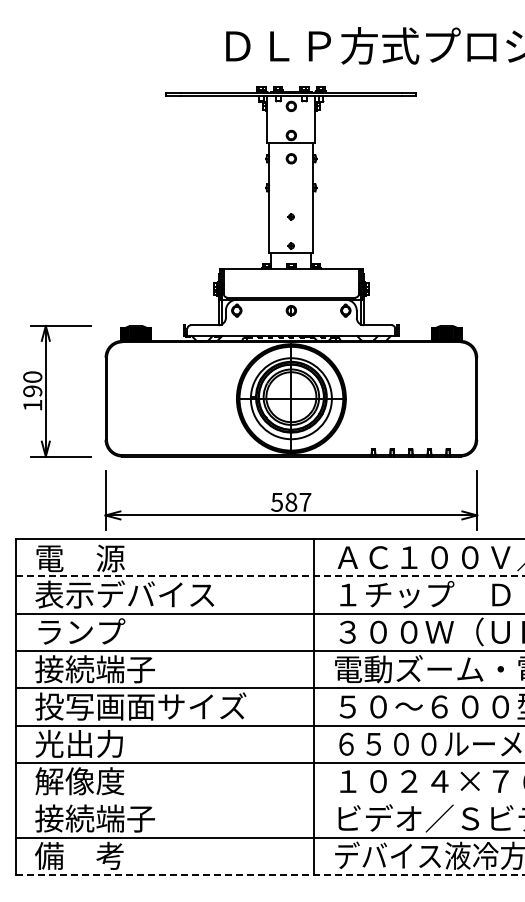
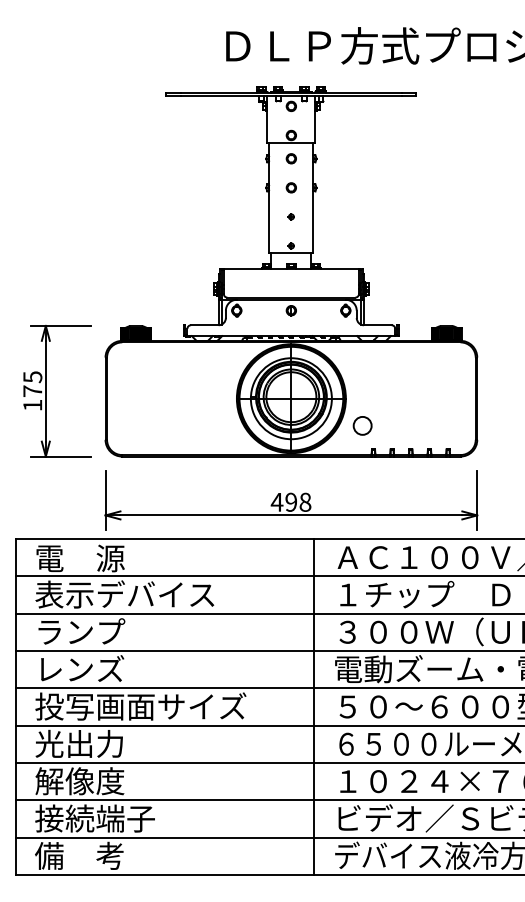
part at (290, 187): none -> present
text at (32, 384): 190 -> 175
circle at (362, 425): none -> present
text at (290, 501): 587 -> 498
line at (270, 576): dashed -> solid
text at (94, 669): 接続端子 -> レンズ
line at (268, 800): none -> present
line at (270, 874): dashed -> solid
